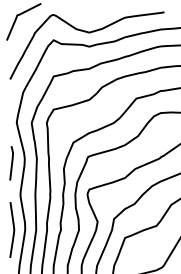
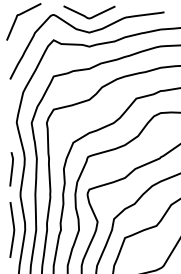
curve at (87, 16): none -> present
line at (11, 163) position: (11, 163) -> (11, 169)
